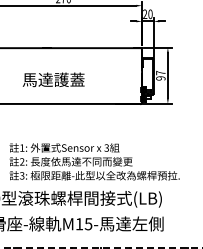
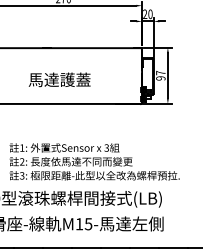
text at (53, 79) position: (53, 79) -> (59, 79)
line at (101, 247): dashed -> solid
